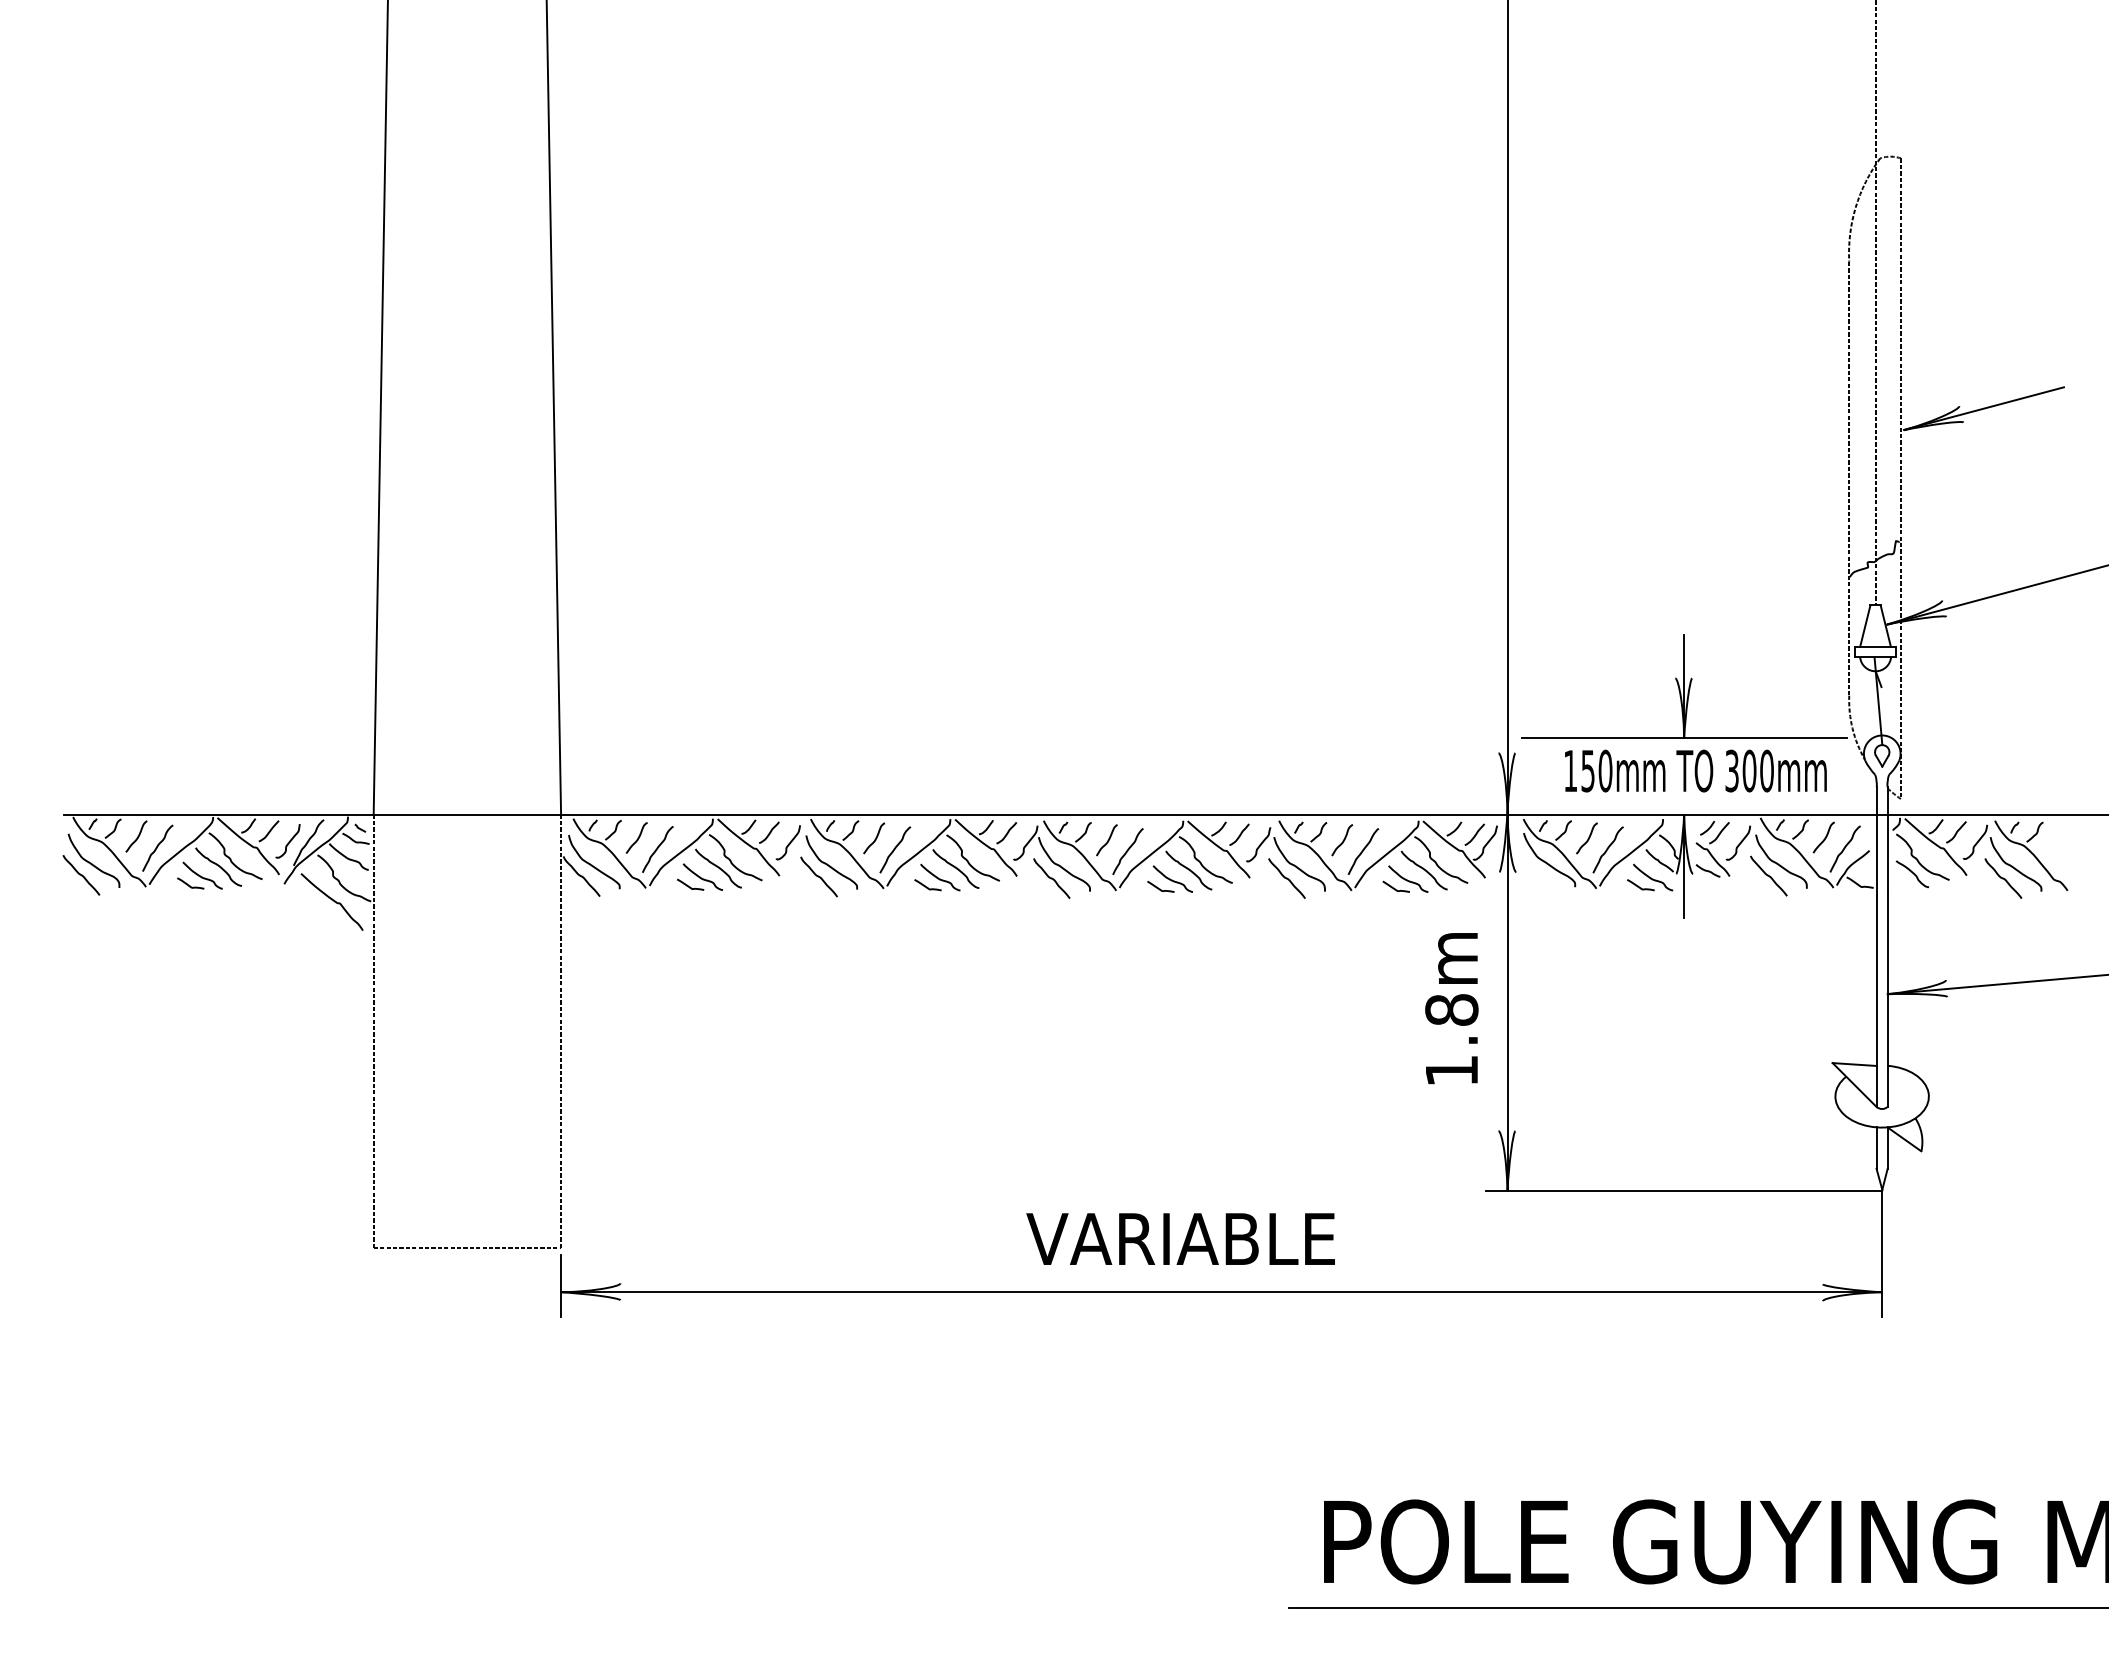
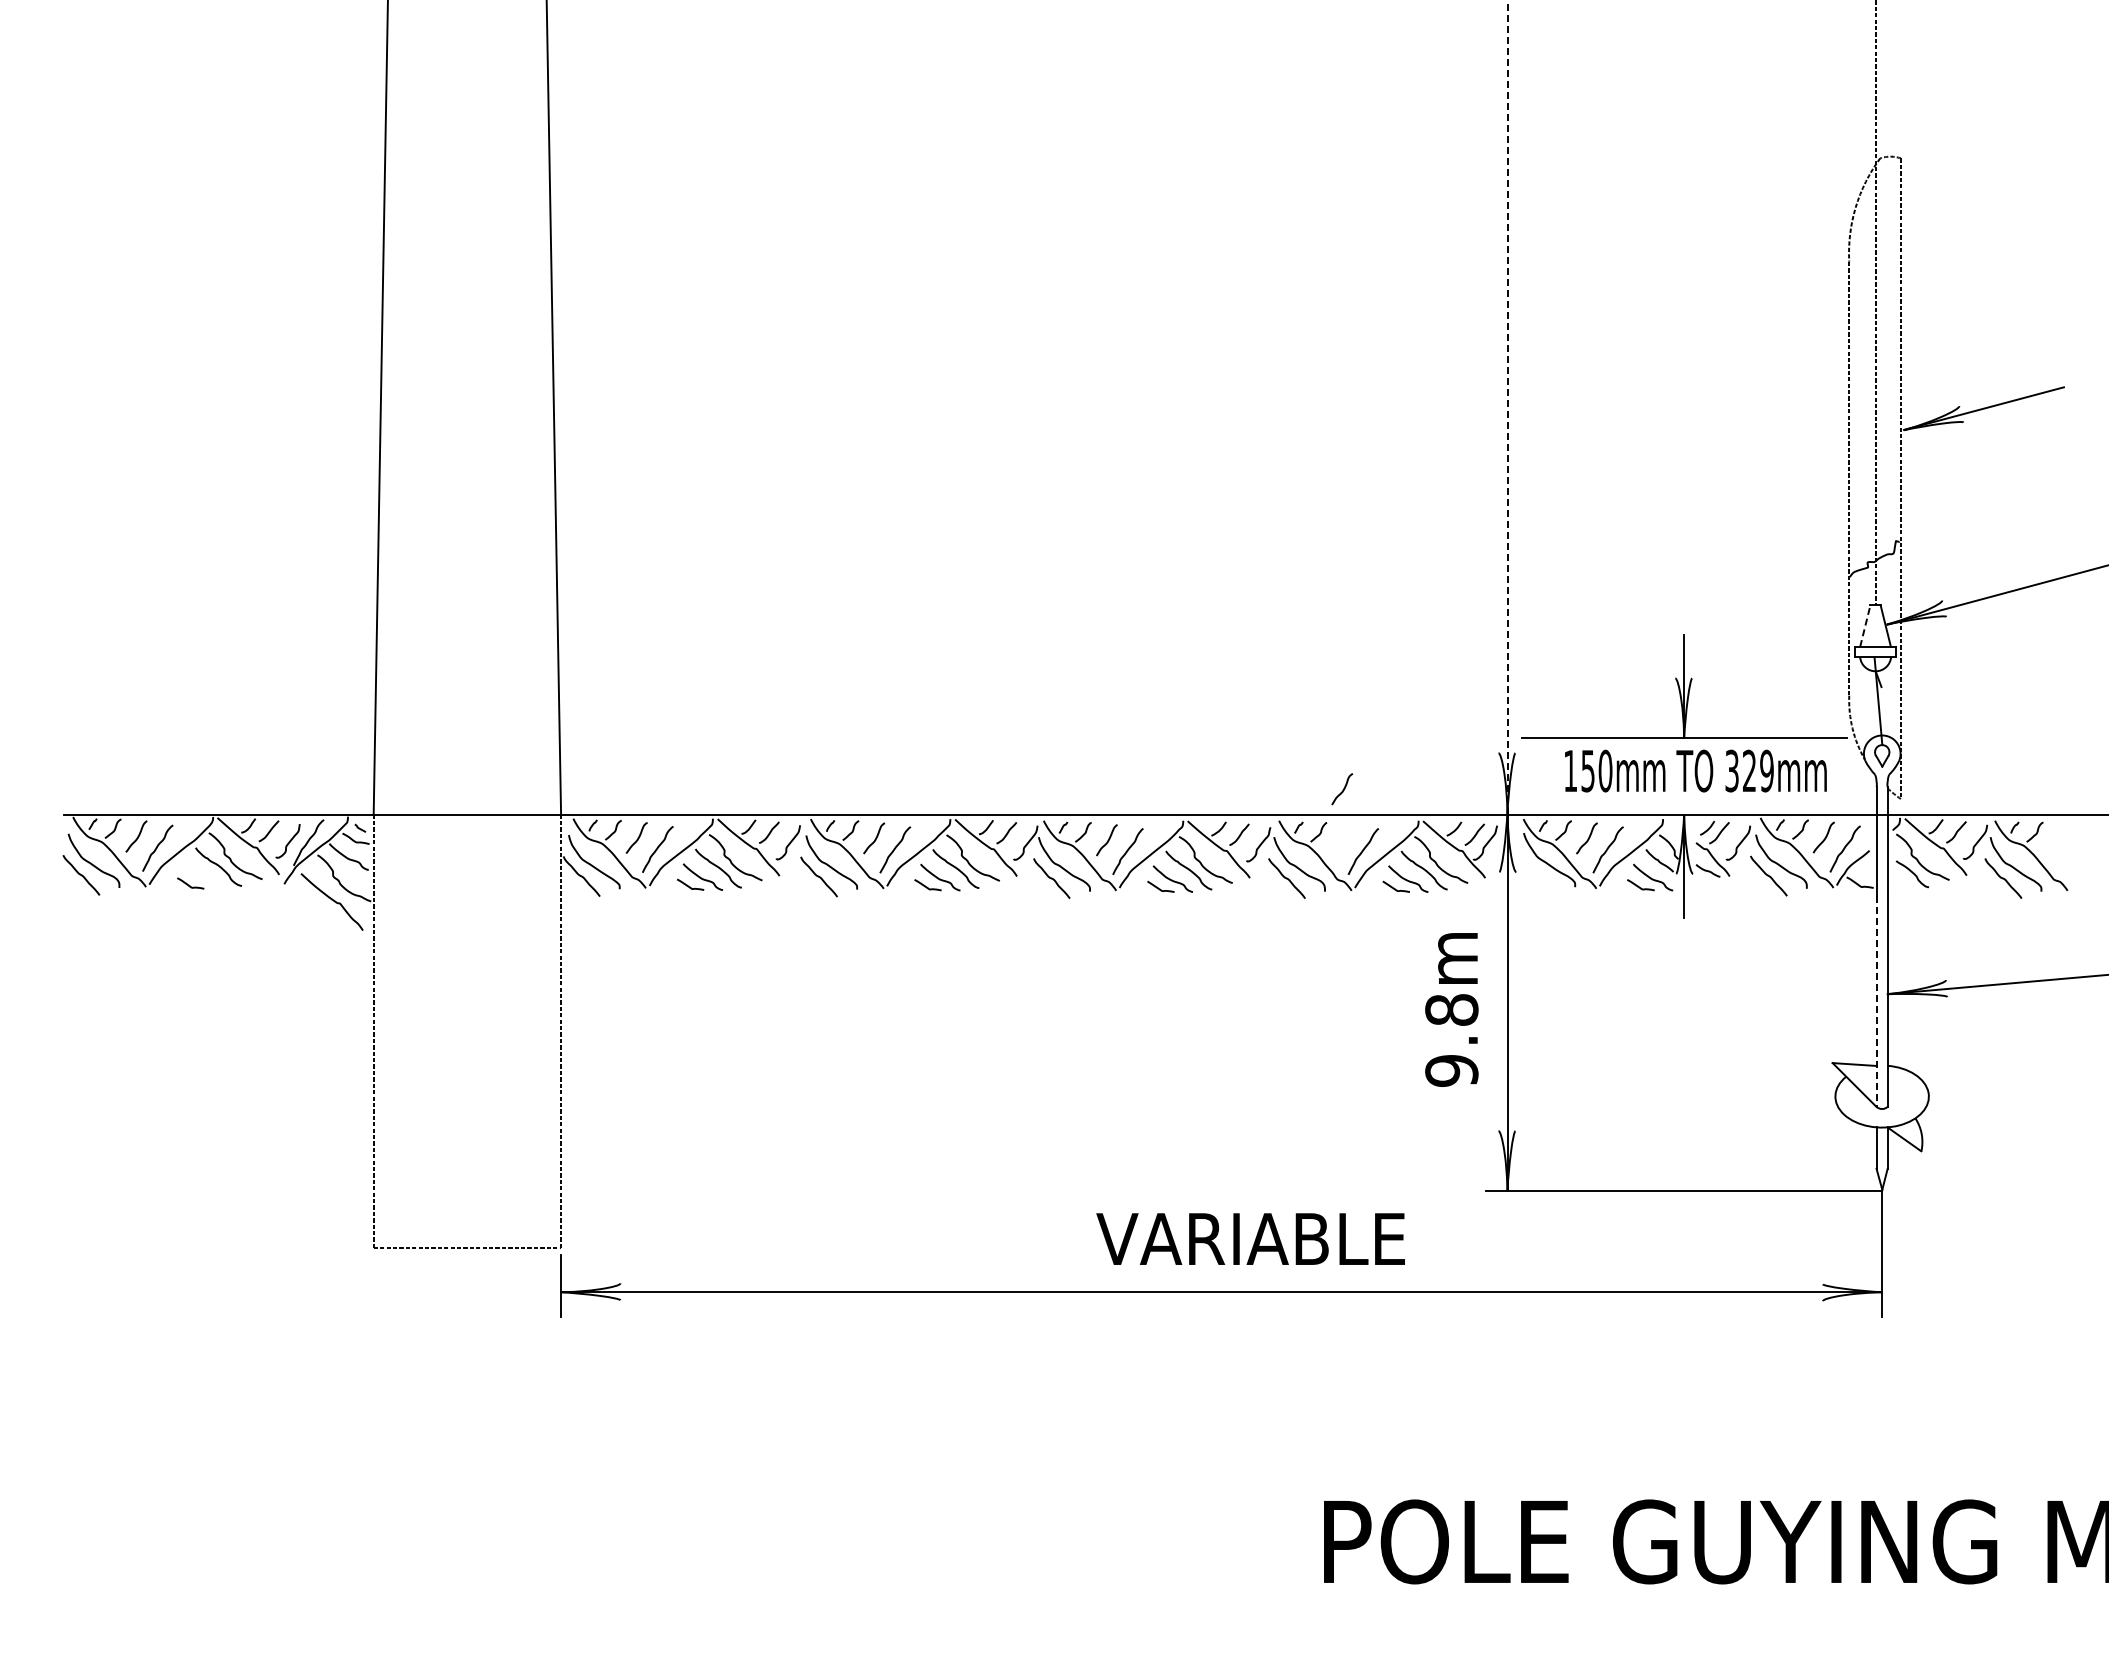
line at (1507, 406): solid -> dashed
line at (1865, 625): solid -> dashed
text at (1757, 770): 300mm -> 329mm
curve at (1342, 840) position: (1342, 840) -> (1342, 789)
curve at (202, 876): present -> none
line at (1876, 1002): solid -> dashed
text at (1451, 1070): 1.8m -> 9.8m
text at (1180, 1238) position: (1180, 1238) -> (1250, 1238)
line at (1696, 1608): present -> none
